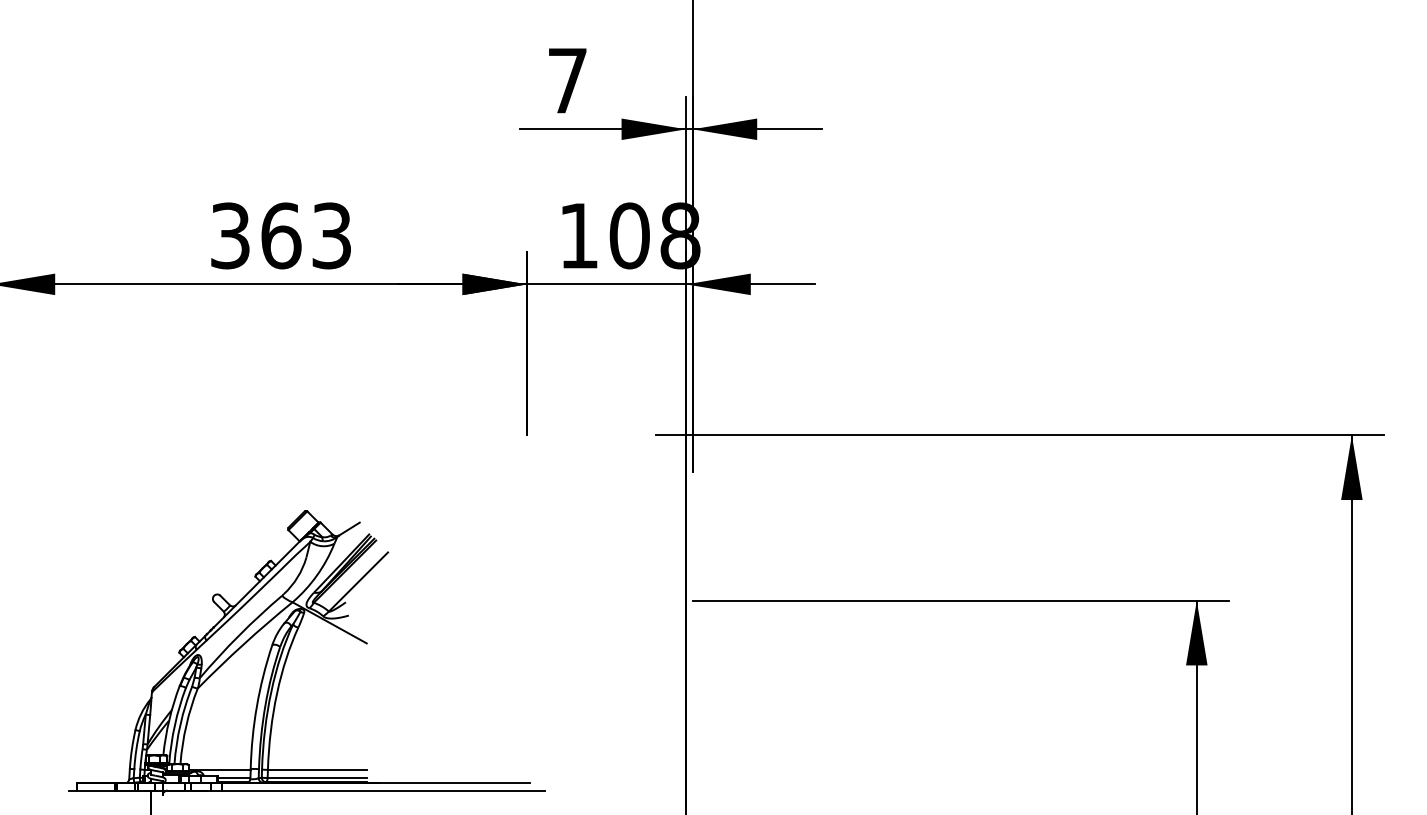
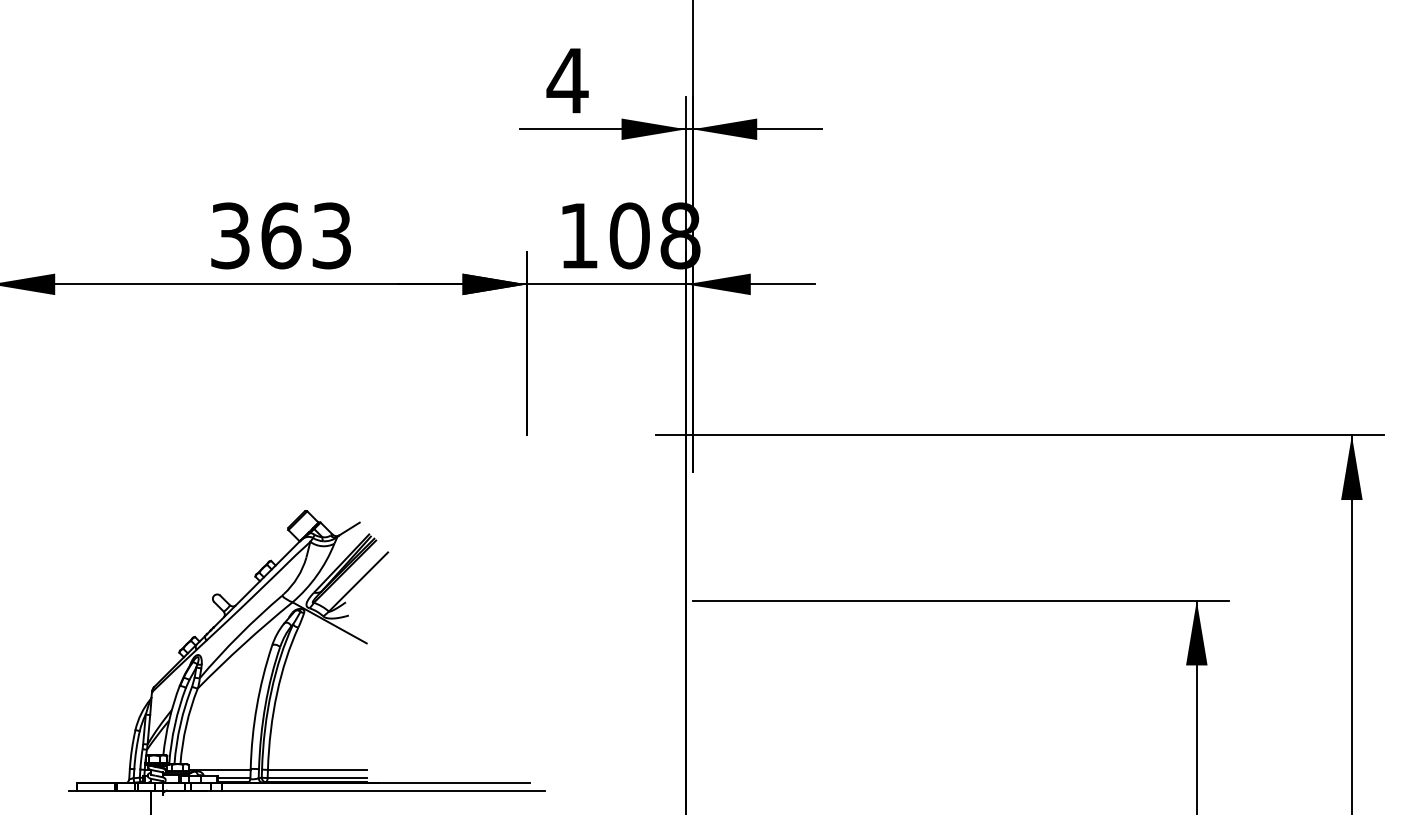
text at (567, 80): 7 -> 4
